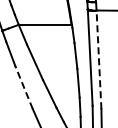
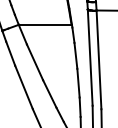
line at (98, 59): dashed -> solid
line at (23, 86): dashed -> solid
